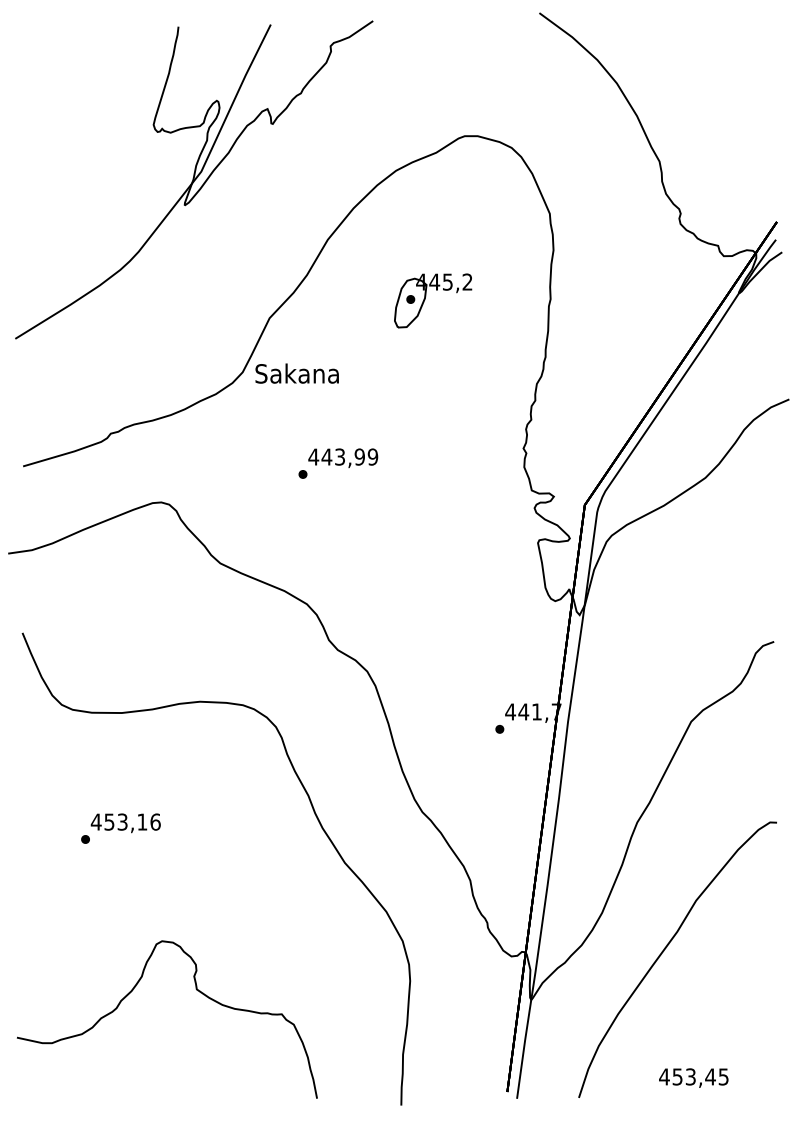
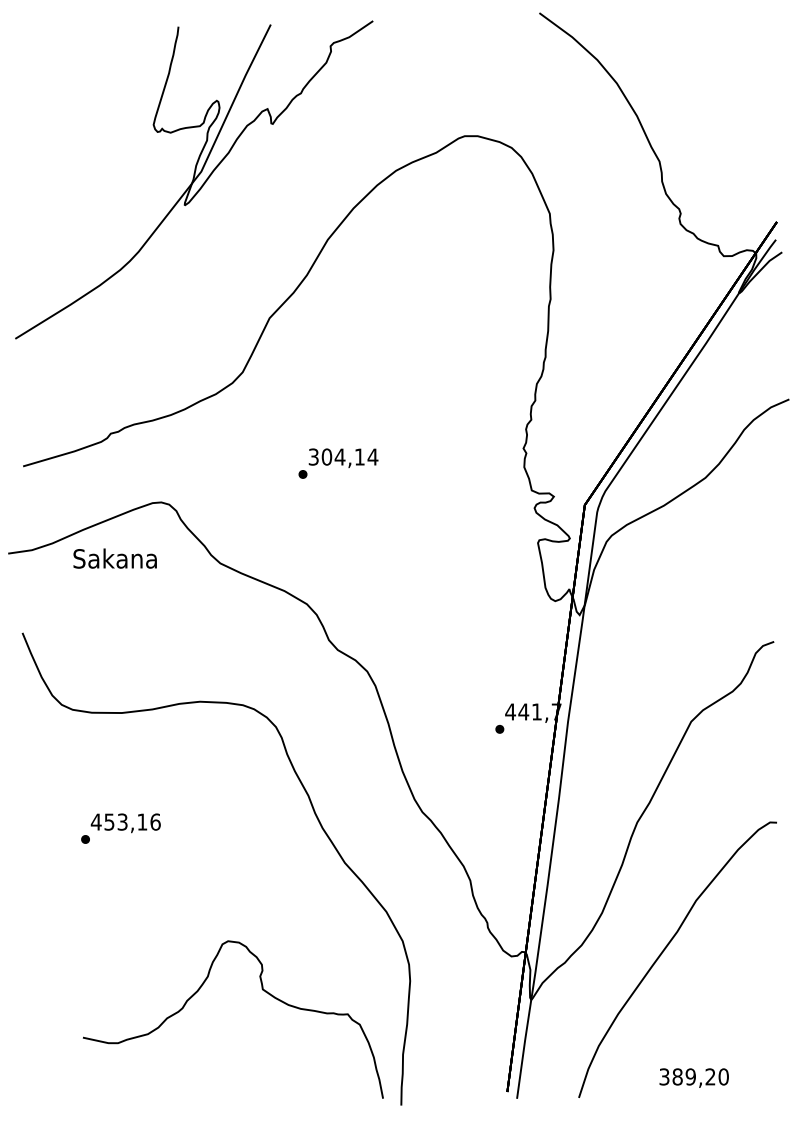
part at (425, 300): present -> none
text at (296, 373) position: (296, 373) -> (114, 558)
text at (343, 456): 443,99 -> 304,14
part at (196, 990) position: (196, 990) -> (262, 990)
text at (693, 1076): 453,45 -> 389,20
